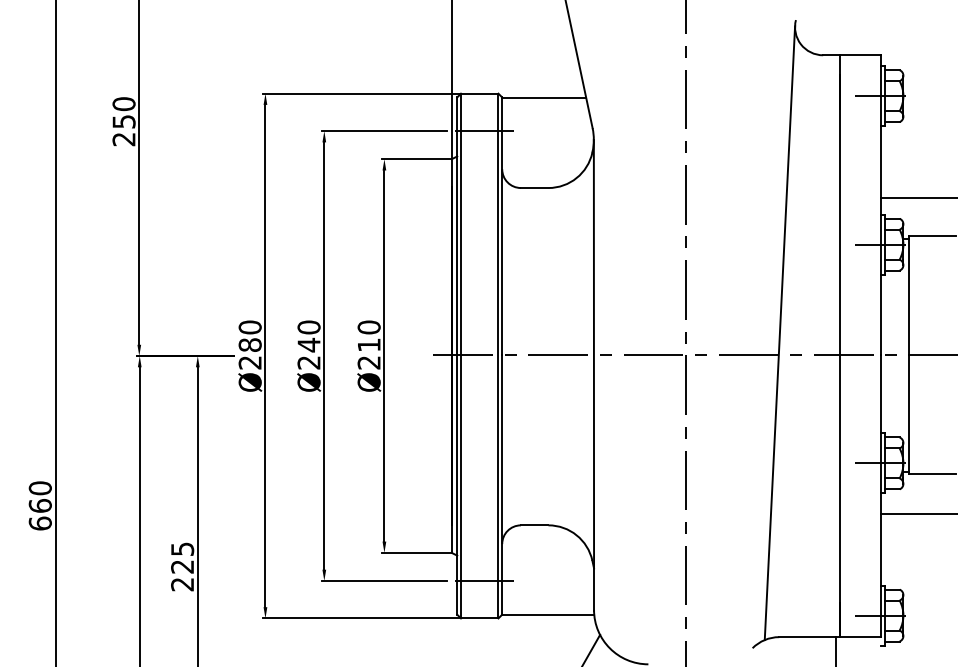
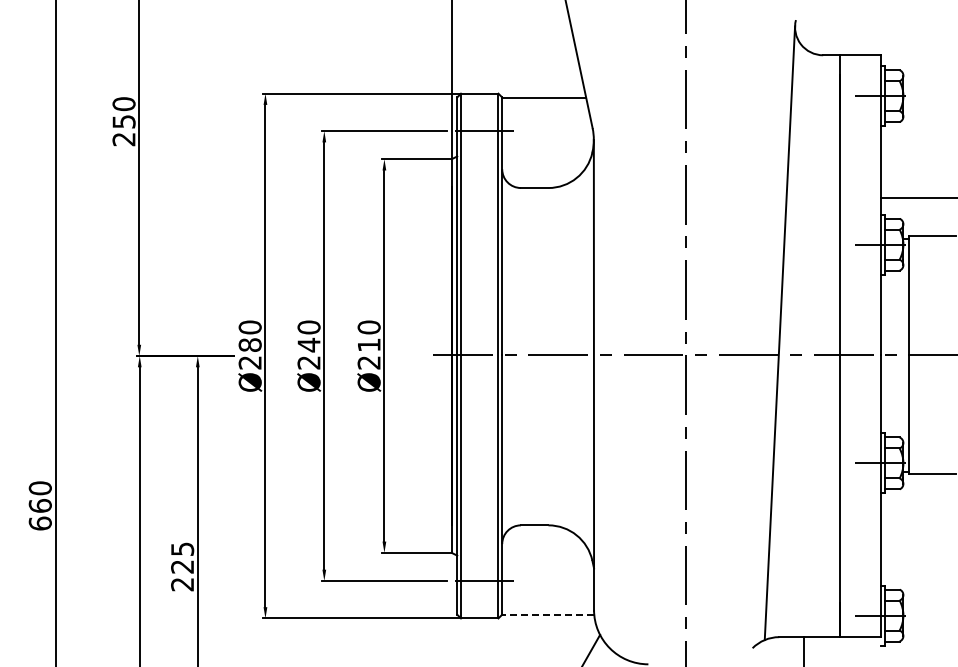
line at (917, 514): present -> none
line at (547, 615): solid -> dashed
line at (835, 650) position: (835, 650) -> (803, 650)
